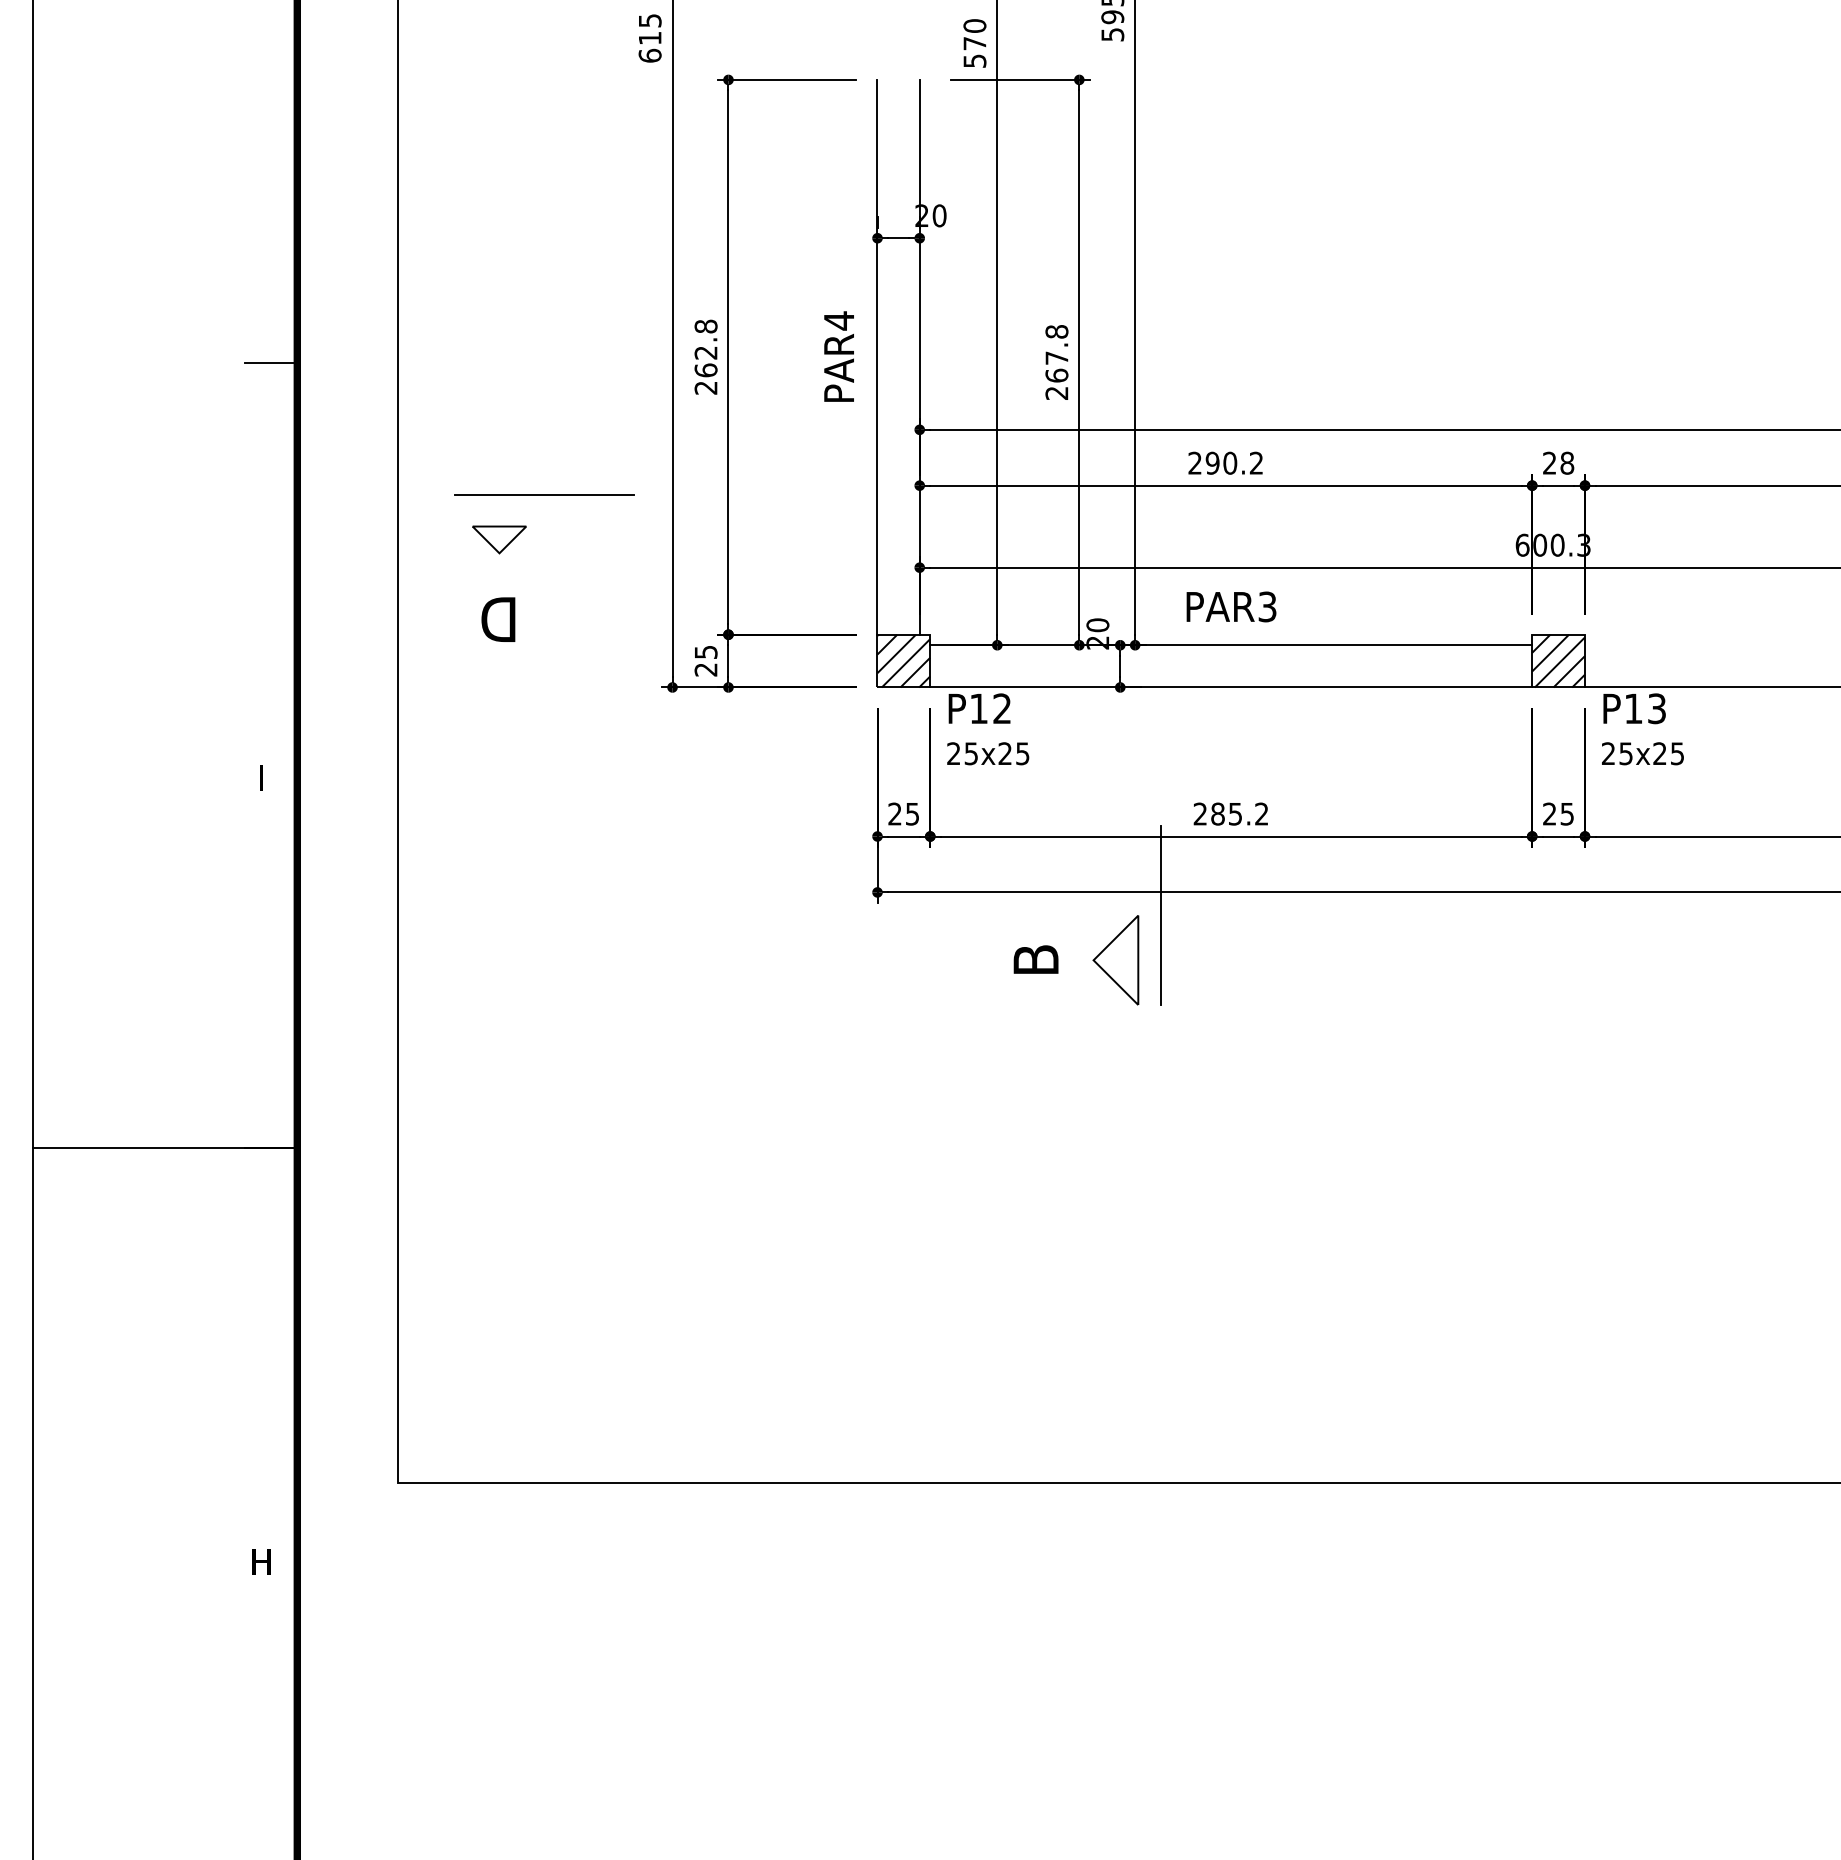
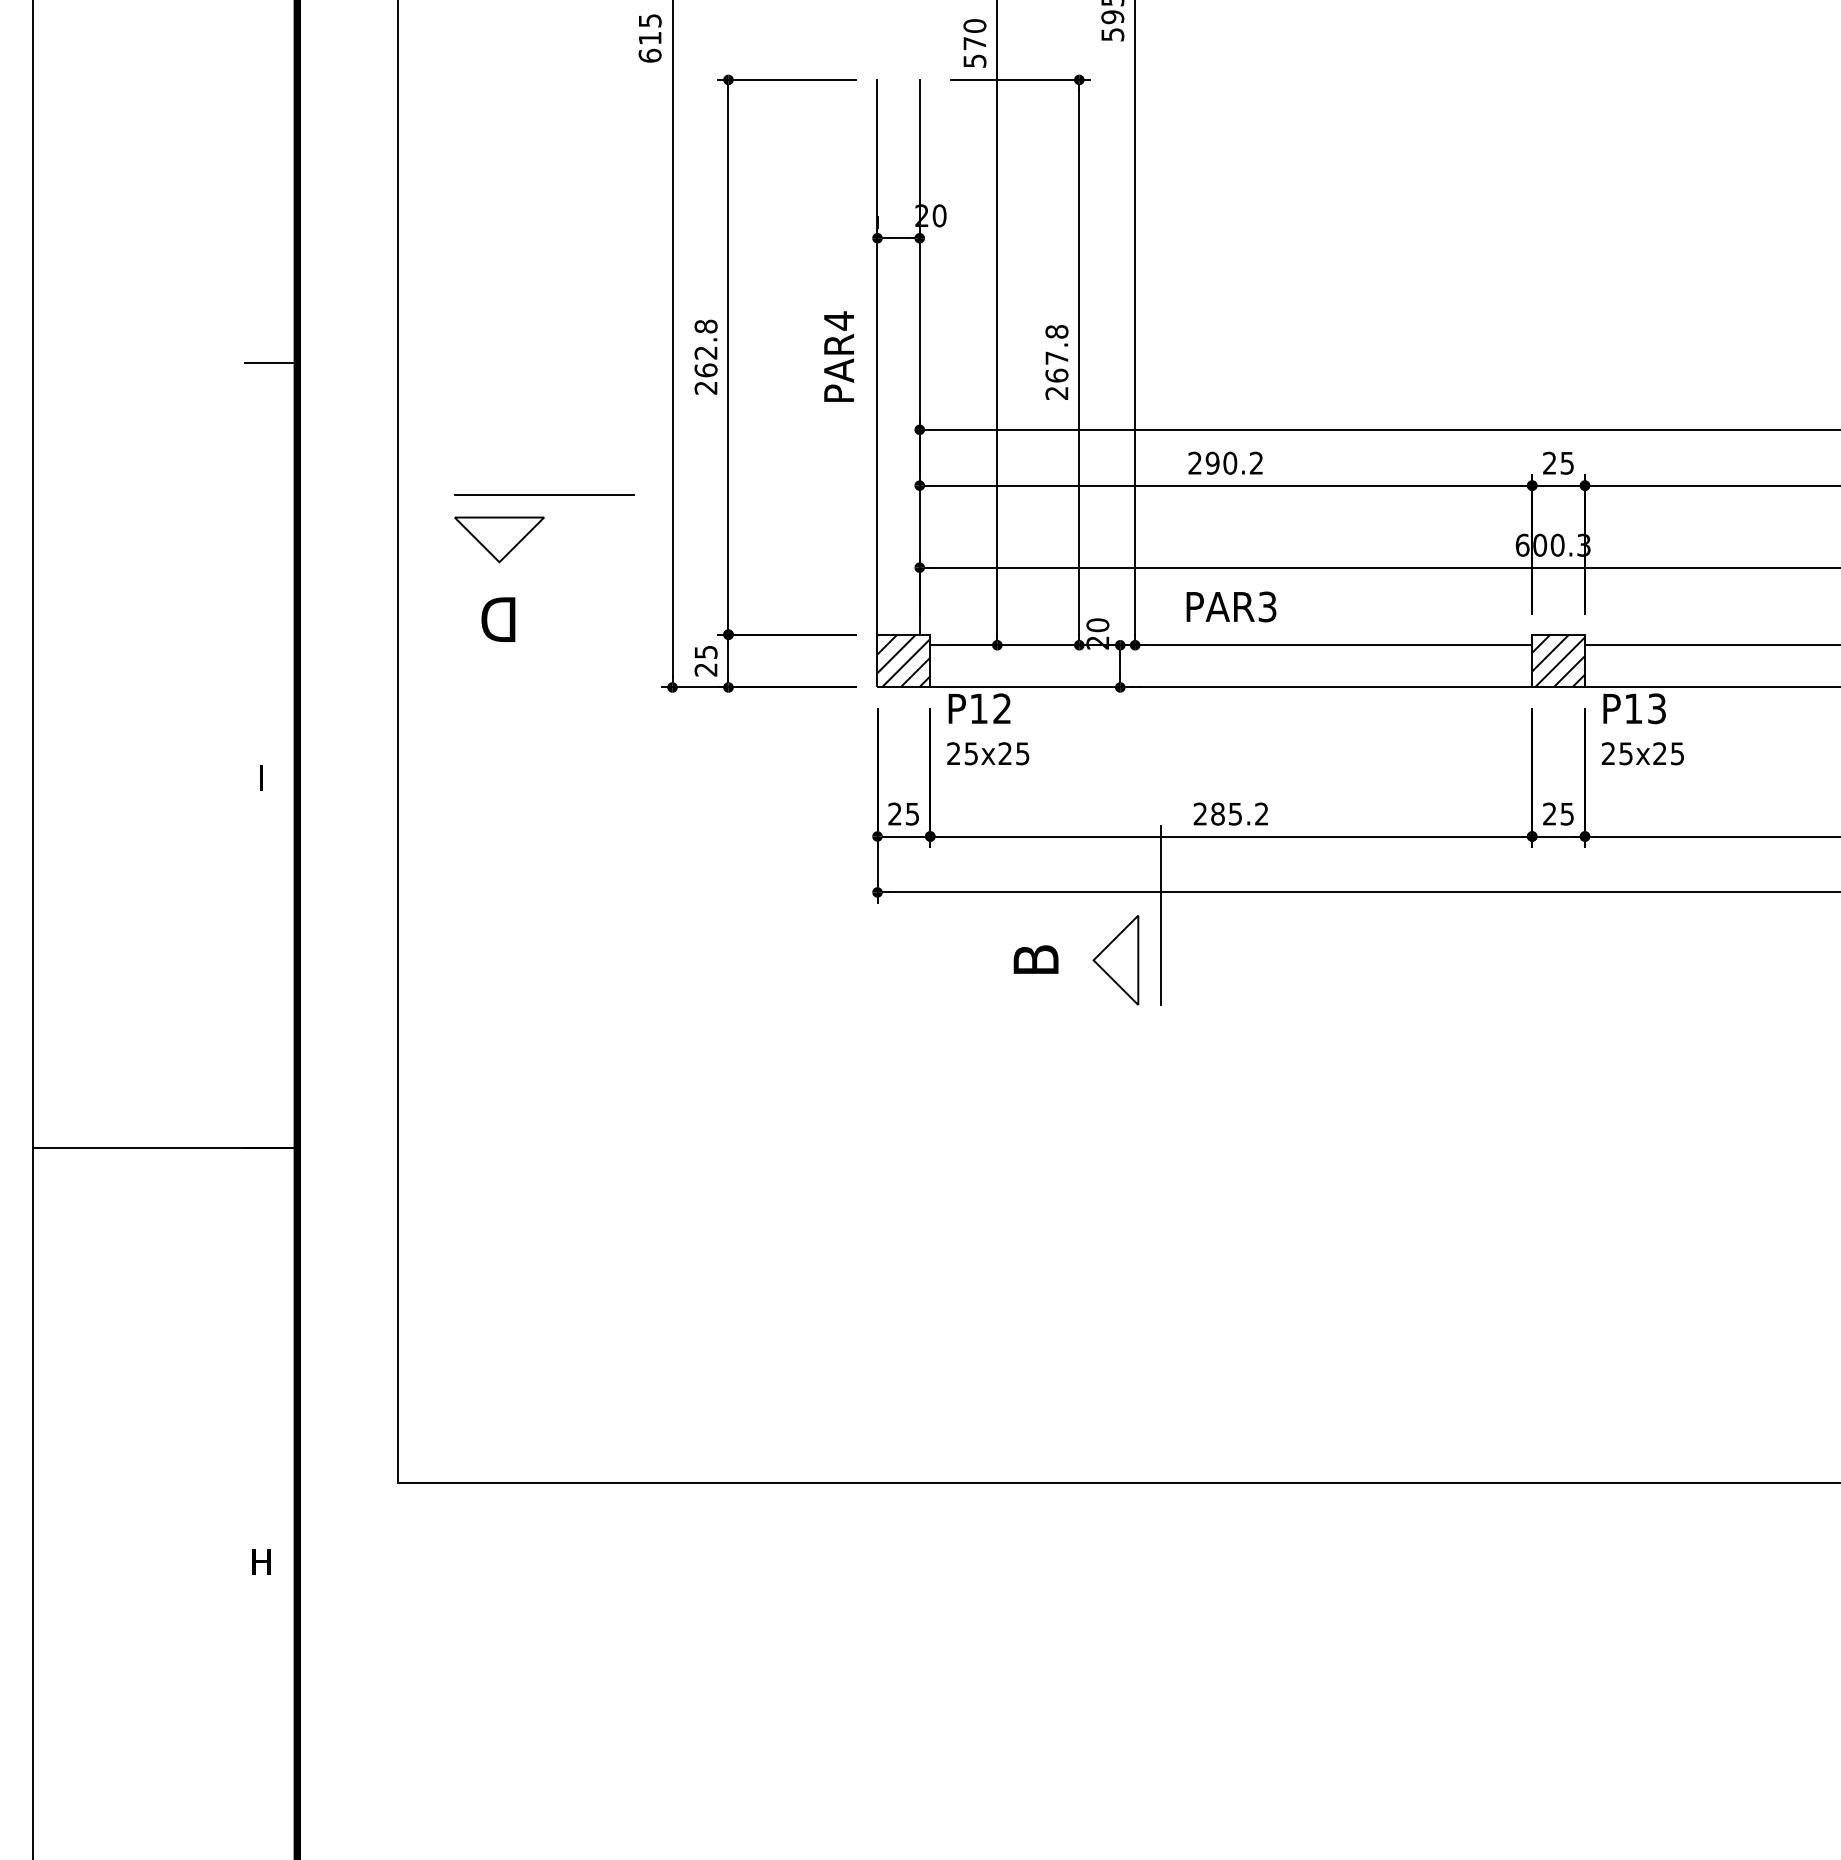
text at (1567, 462): 28 -> 25
part at (499, 539) size: 55x30 px -> 91x48 px
line at (1710, 645): none -> present
